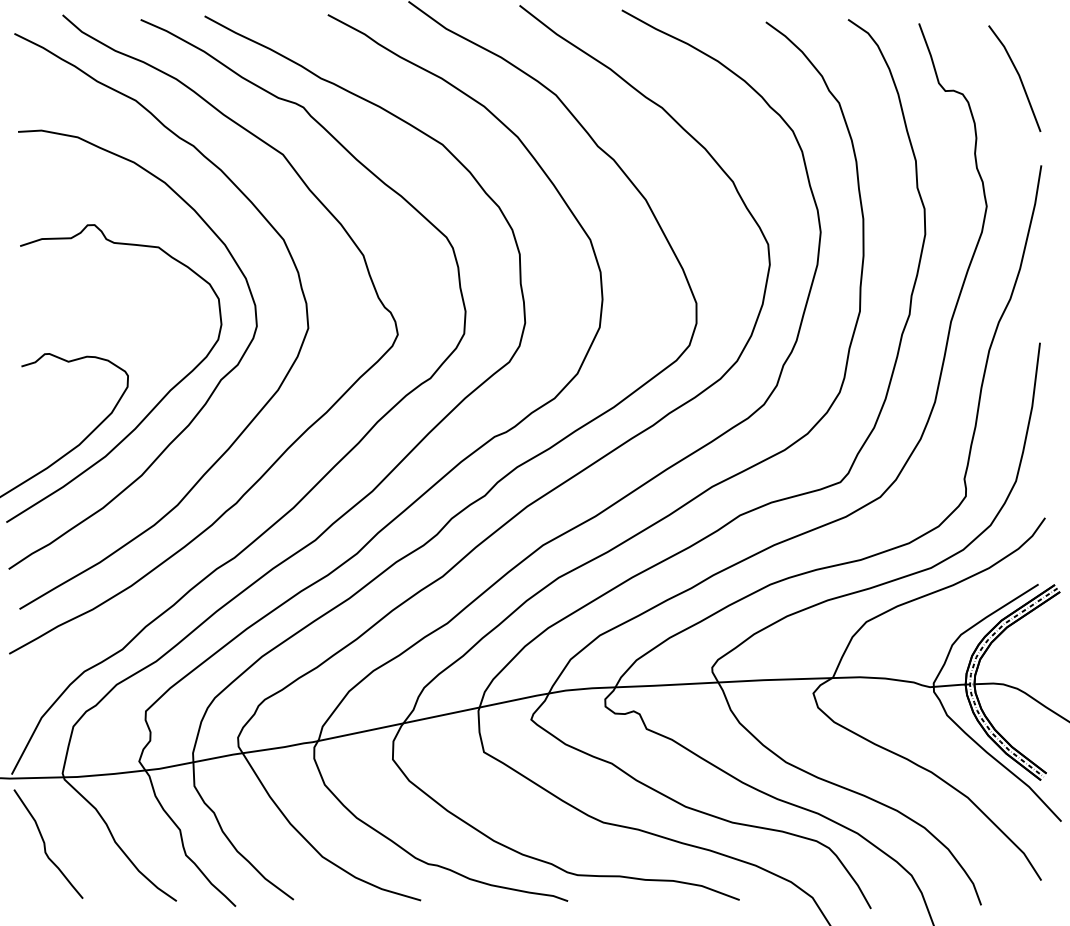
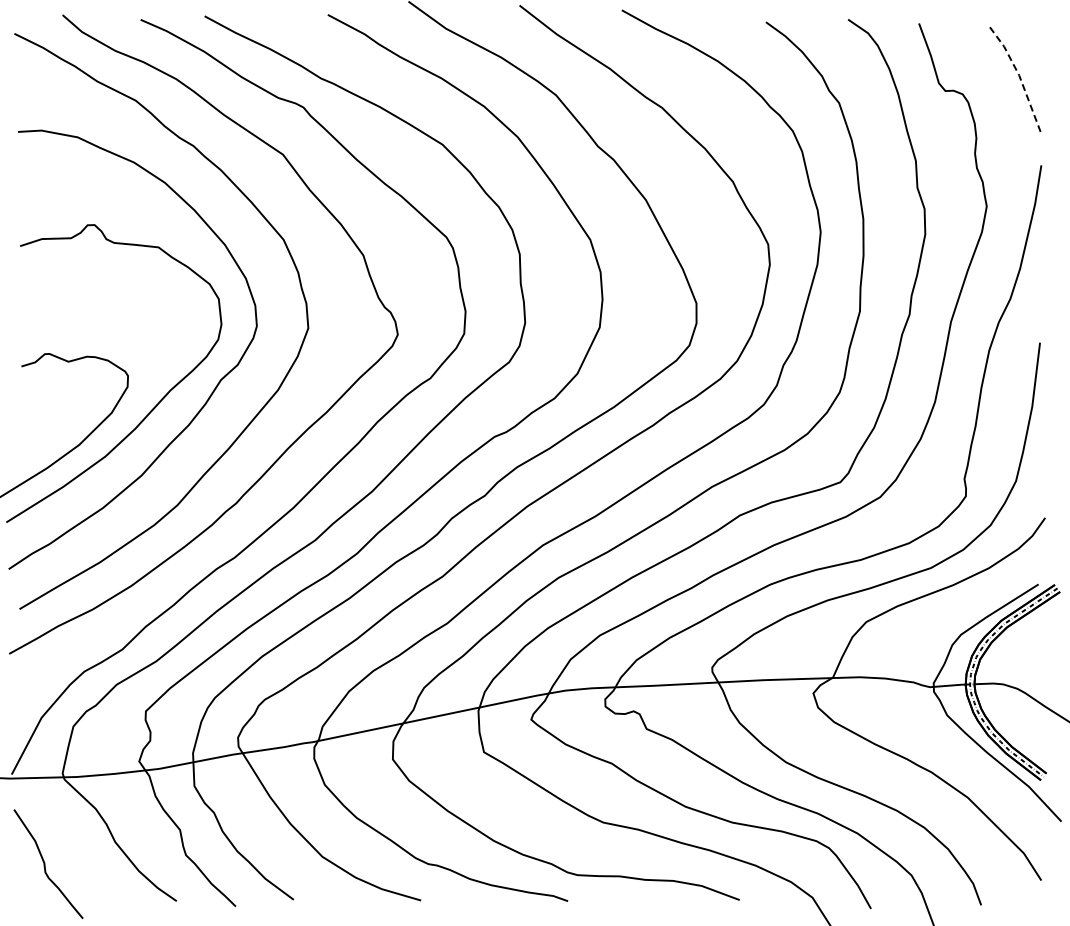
line at (1019, 75): solid -> dashed
curve at (45, 843) position: (45, 843) -> (45, 863)
